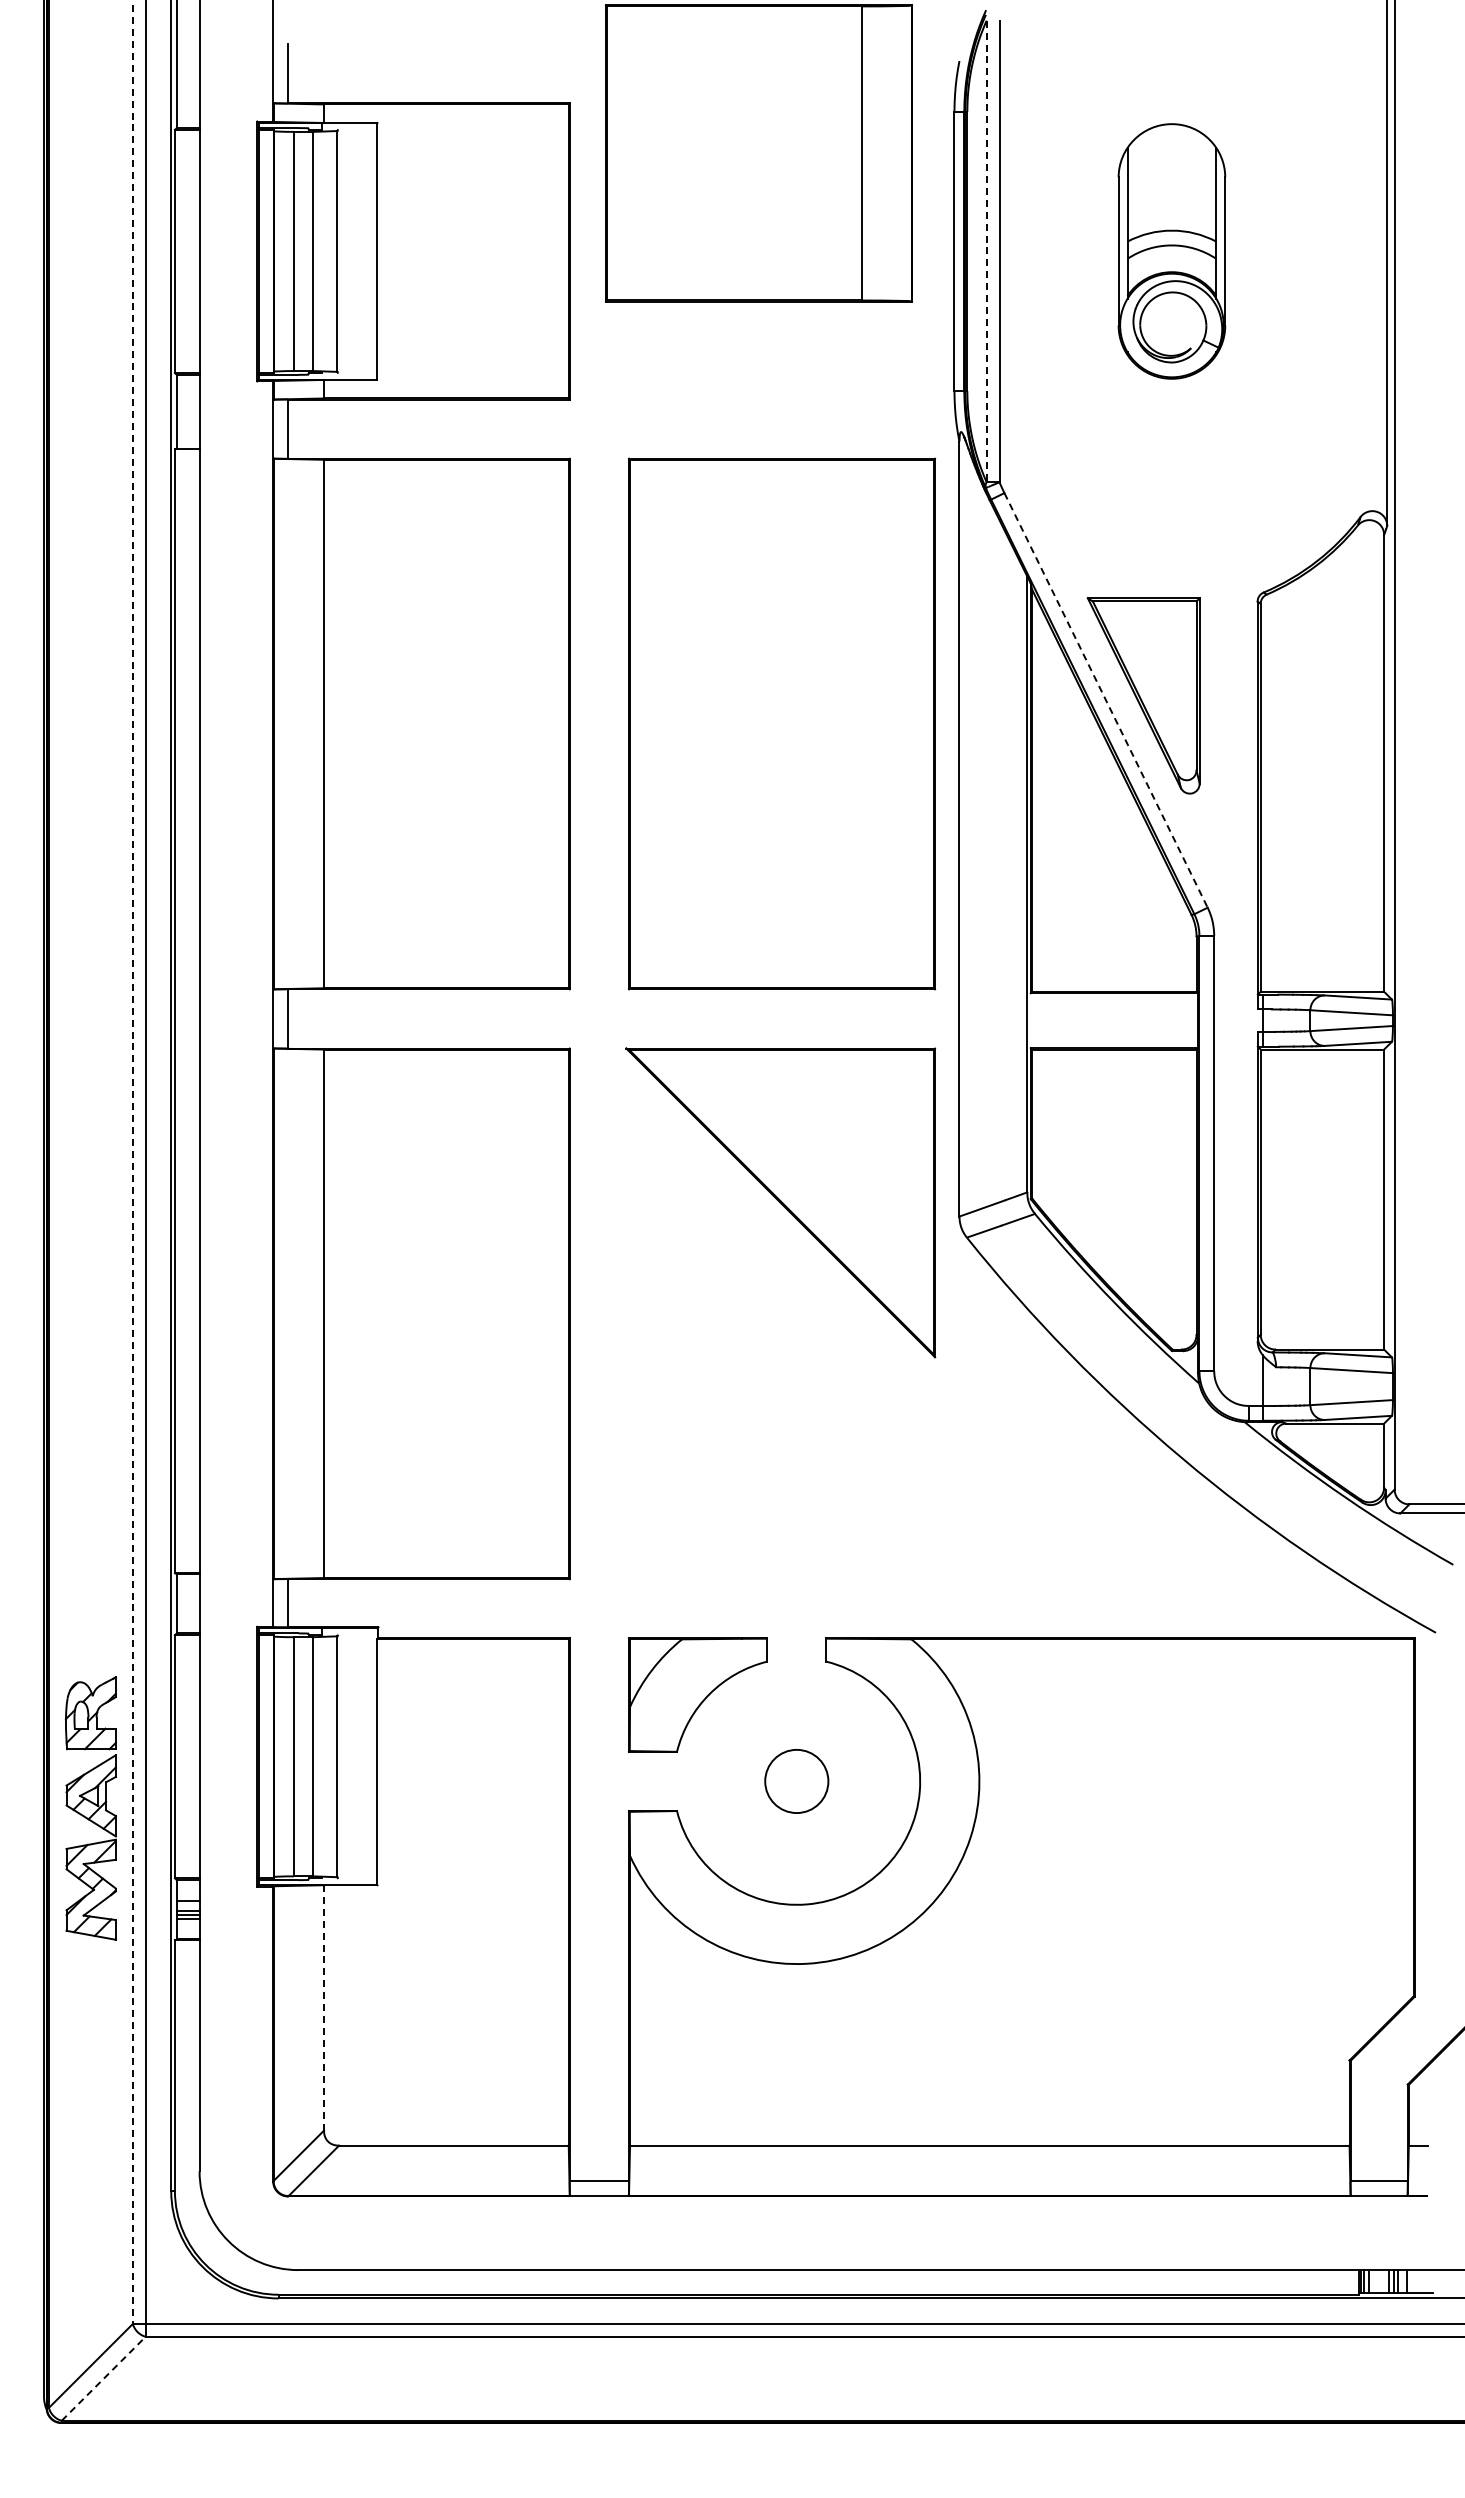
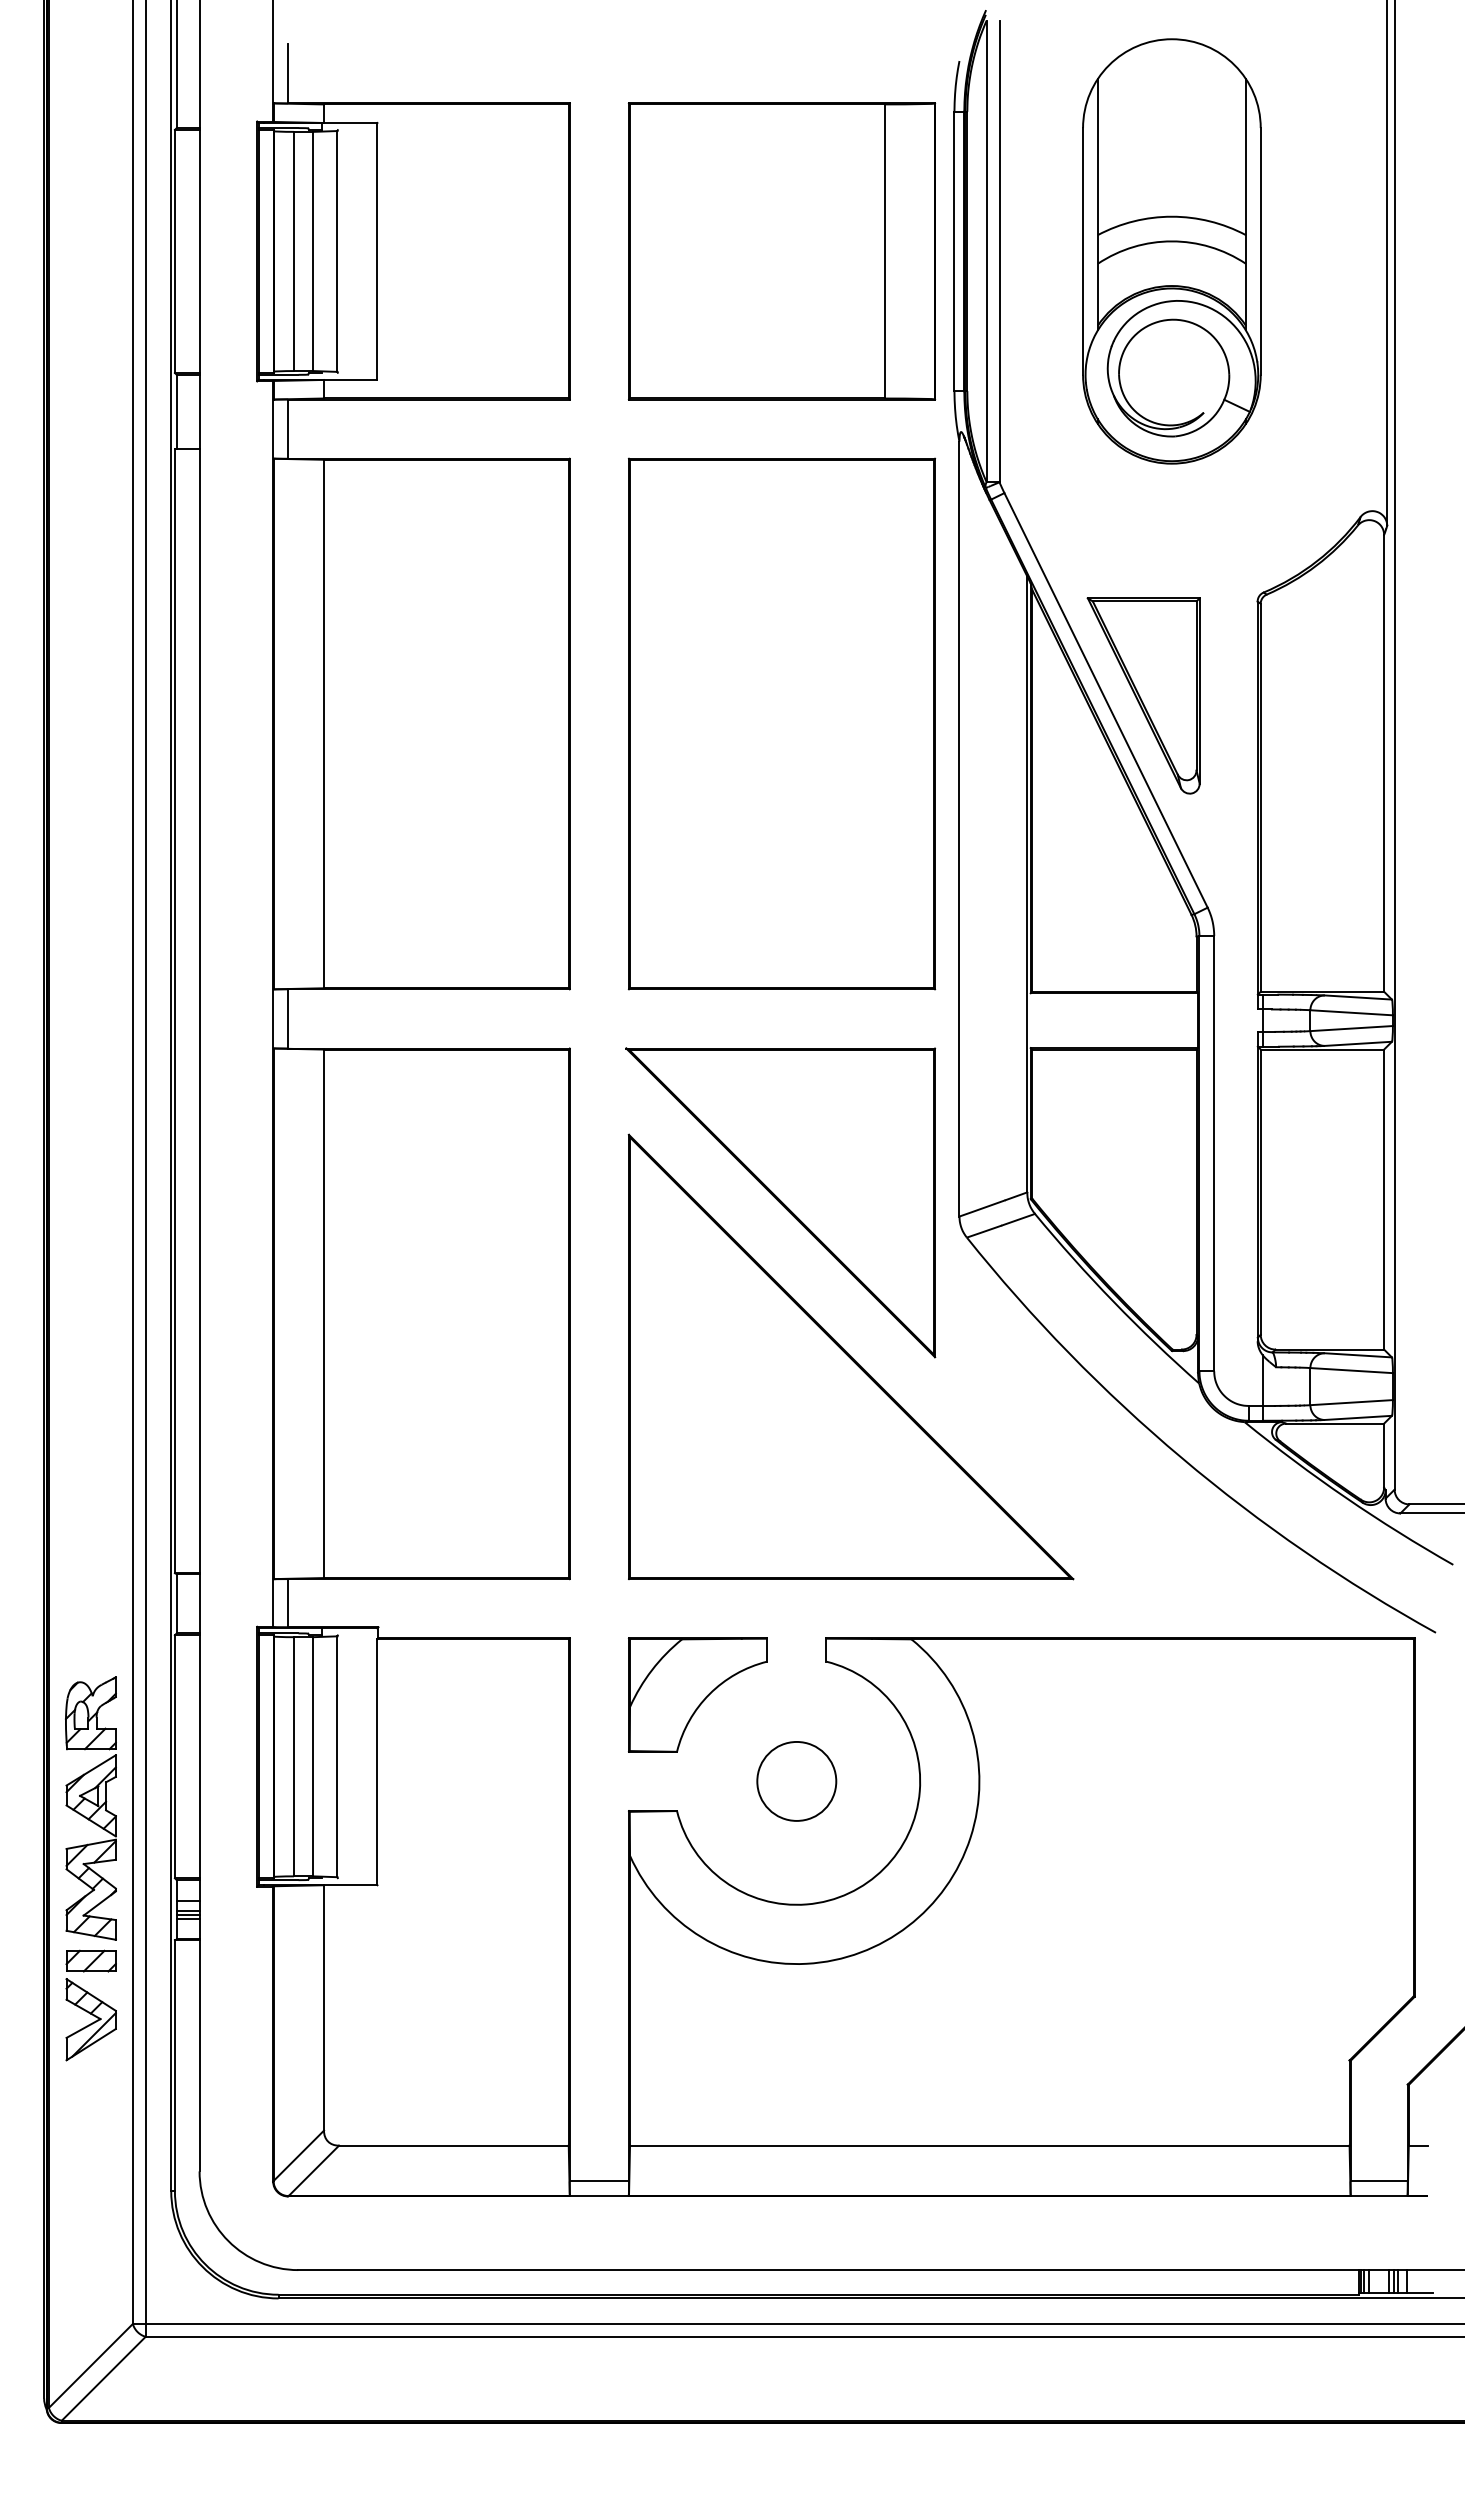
part at (758, 153) position: (758, 153) -> (781, 251)
line at (986, 251): dashed -> solid
part at (1171, 251) size: 110x257 px -> 180x427 px
line at (1106, 700): dashed -> solid
line at (132, 1162): dashed -> solid
part at (850, 1356): none -> present
circle at (796, 1781) diameter: 63 px -> 79 px
part at (90, 2005): none -> present
line at (324, 2007): dashed -> solid
line at (104, 2378): dashed -> solid
